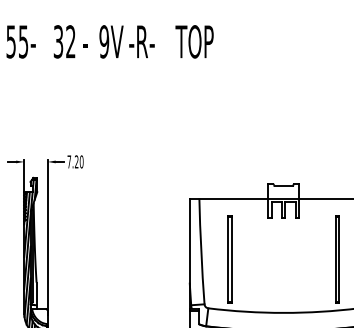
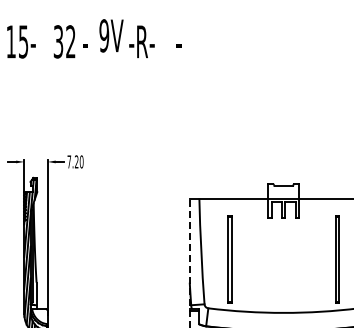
text at (10, 41): 55- -> 15-
text at (111, 41) position: (111, 41) -> (111, 35)
text at (194, 41): TOP -> -
line at (189, 262): solid -> dashed
